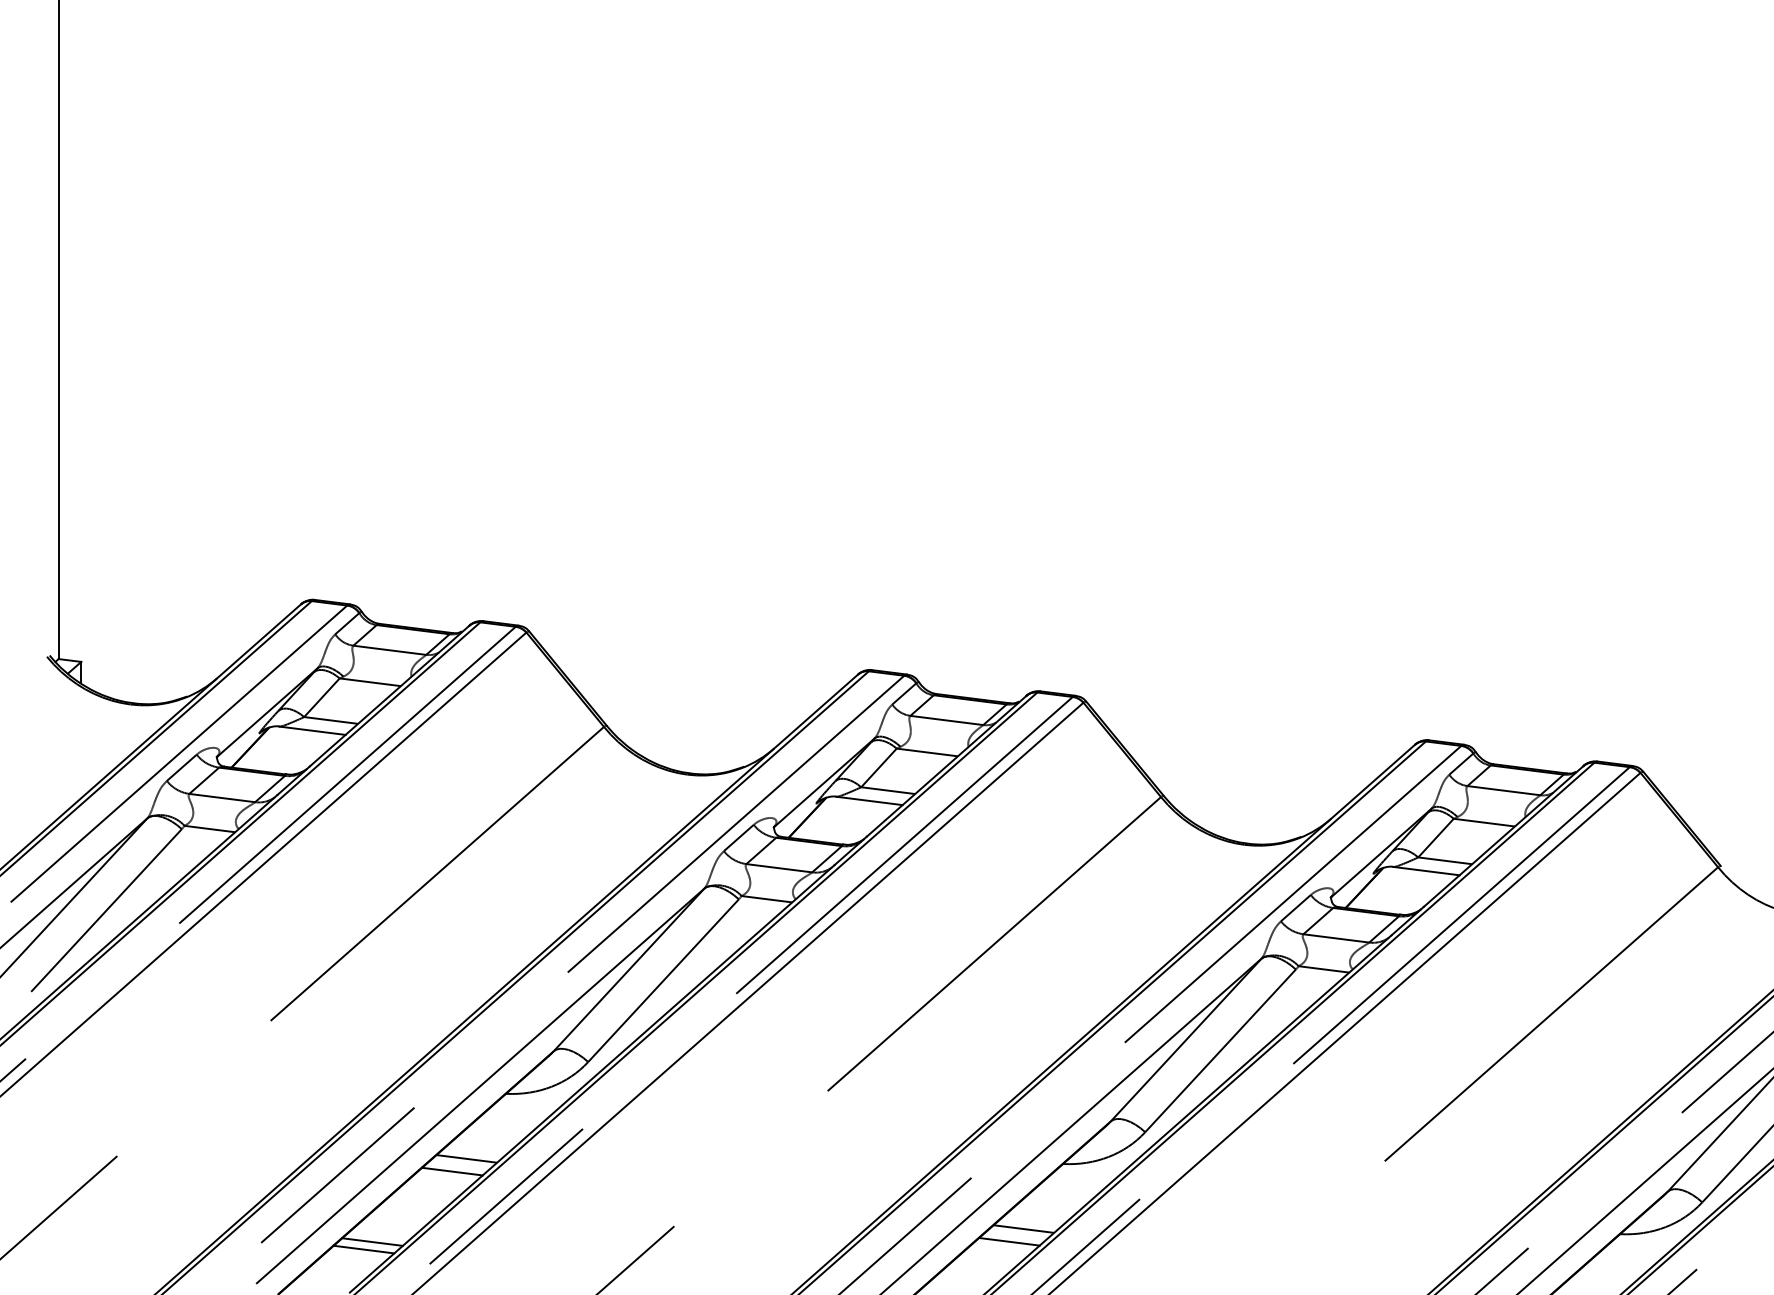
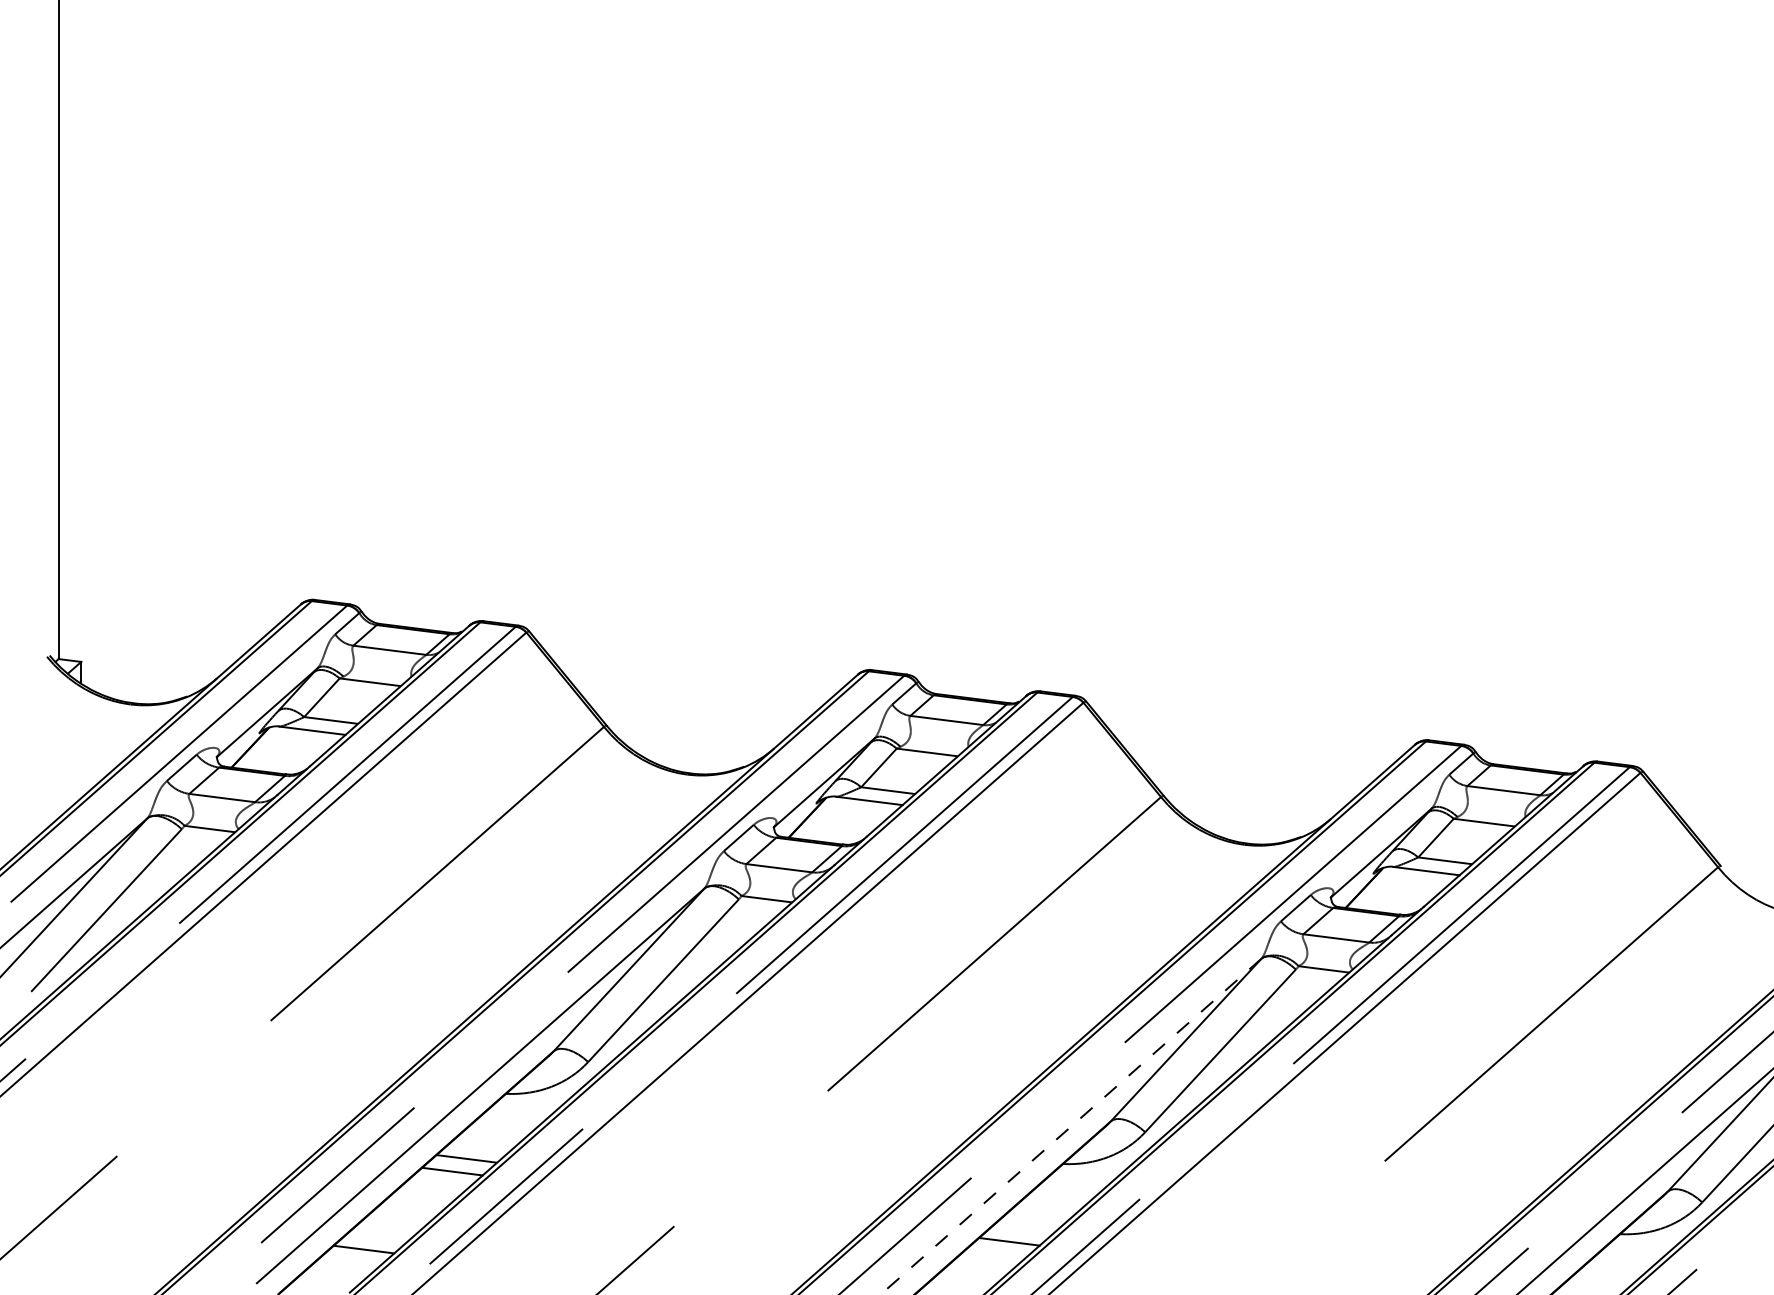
line at (1071, 1126): solid -> dashed
line at (1023, 1228): present -> none
line at (372, 1241): present -> none
